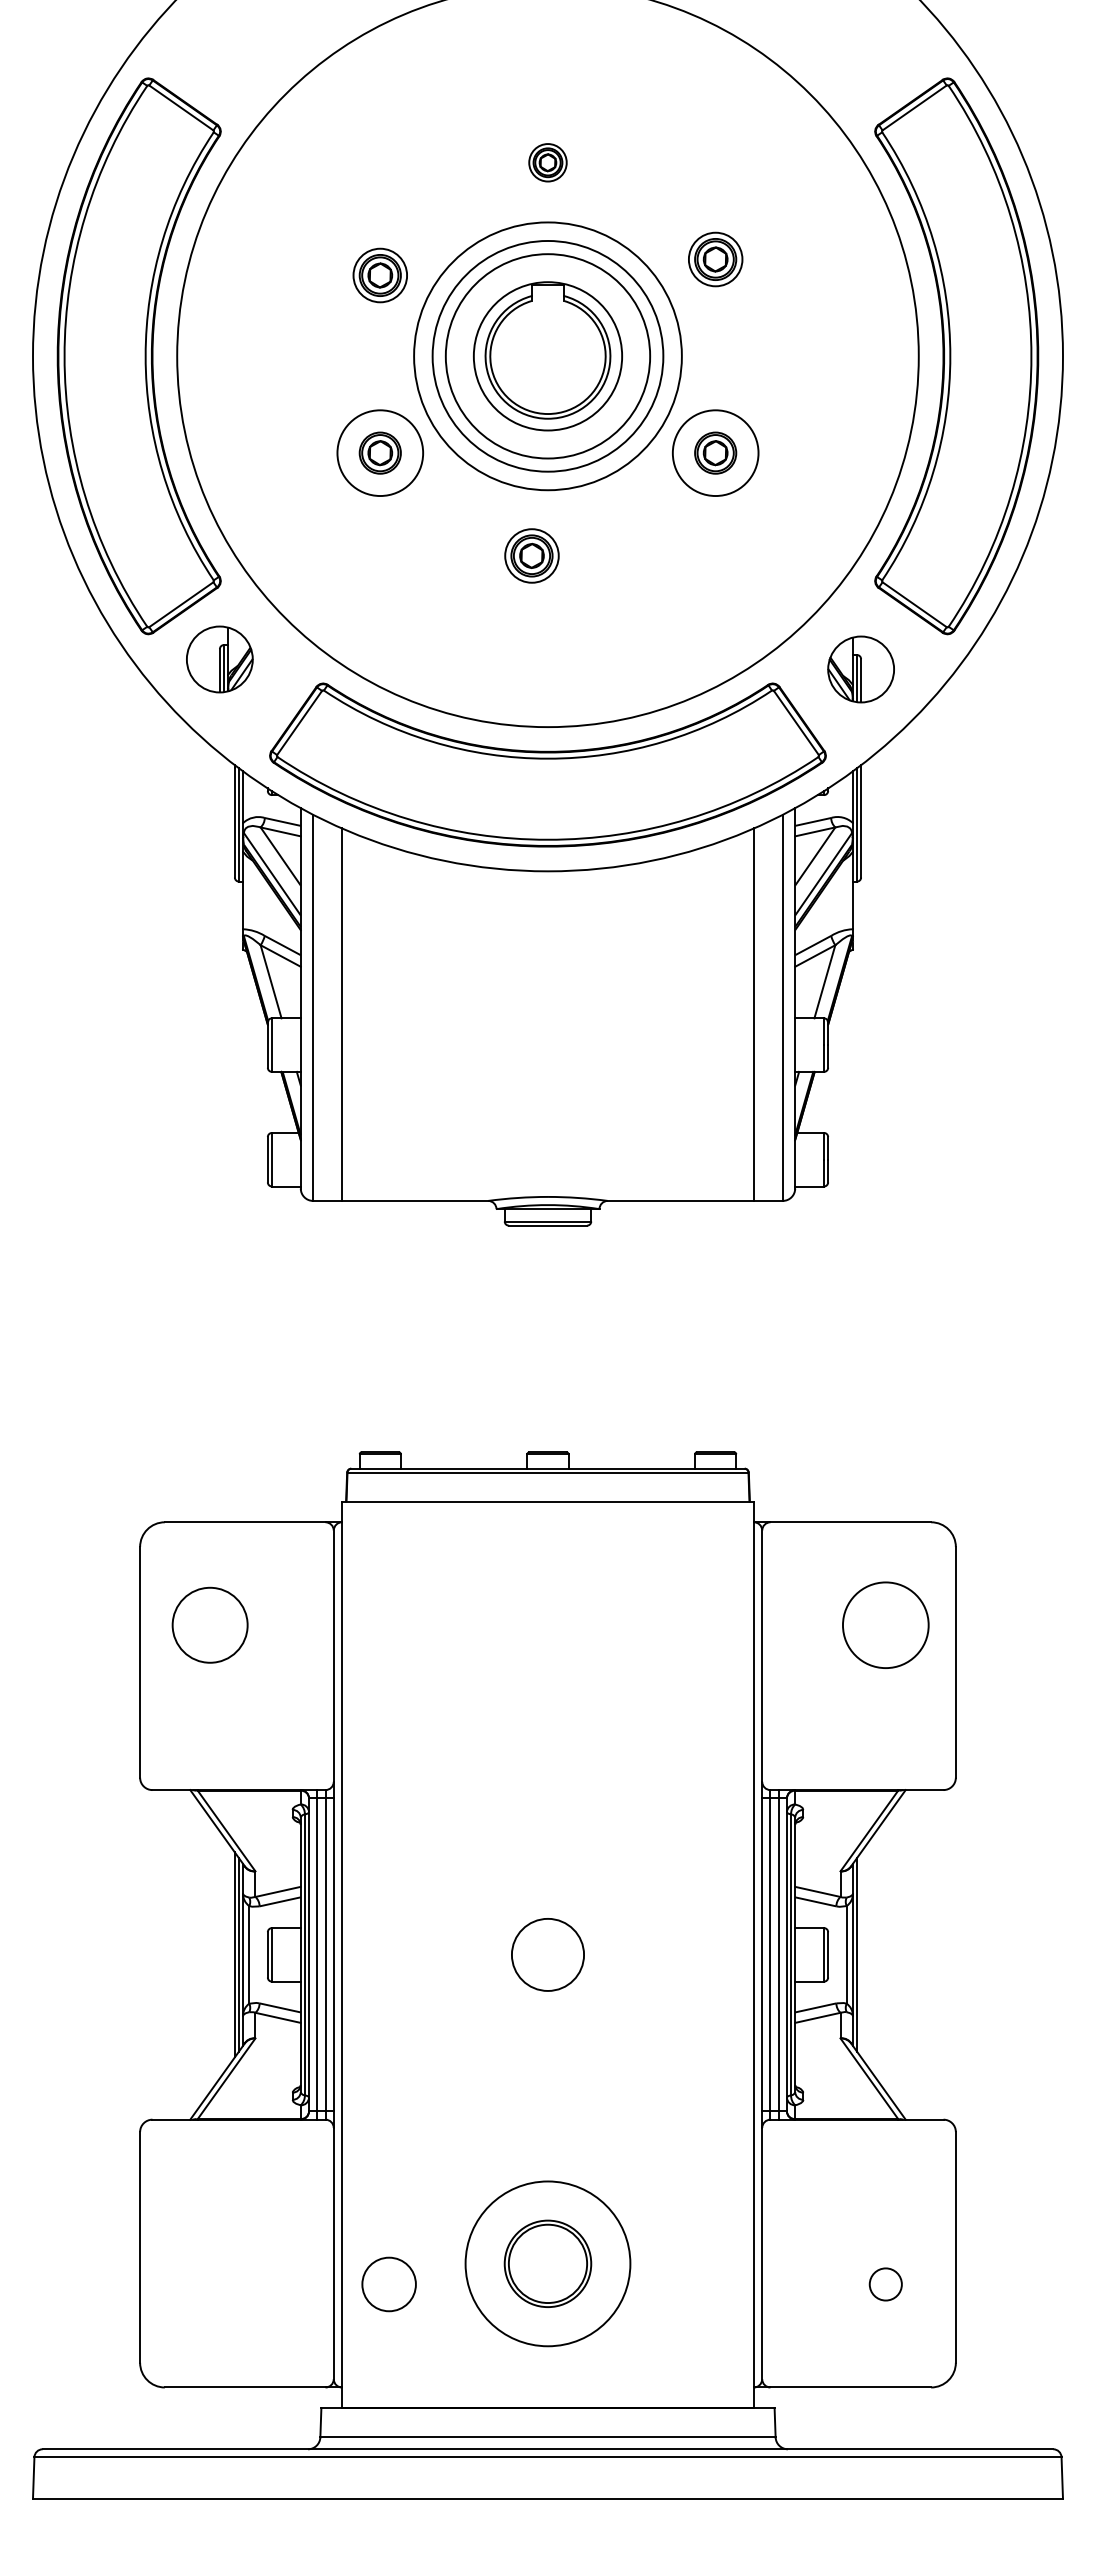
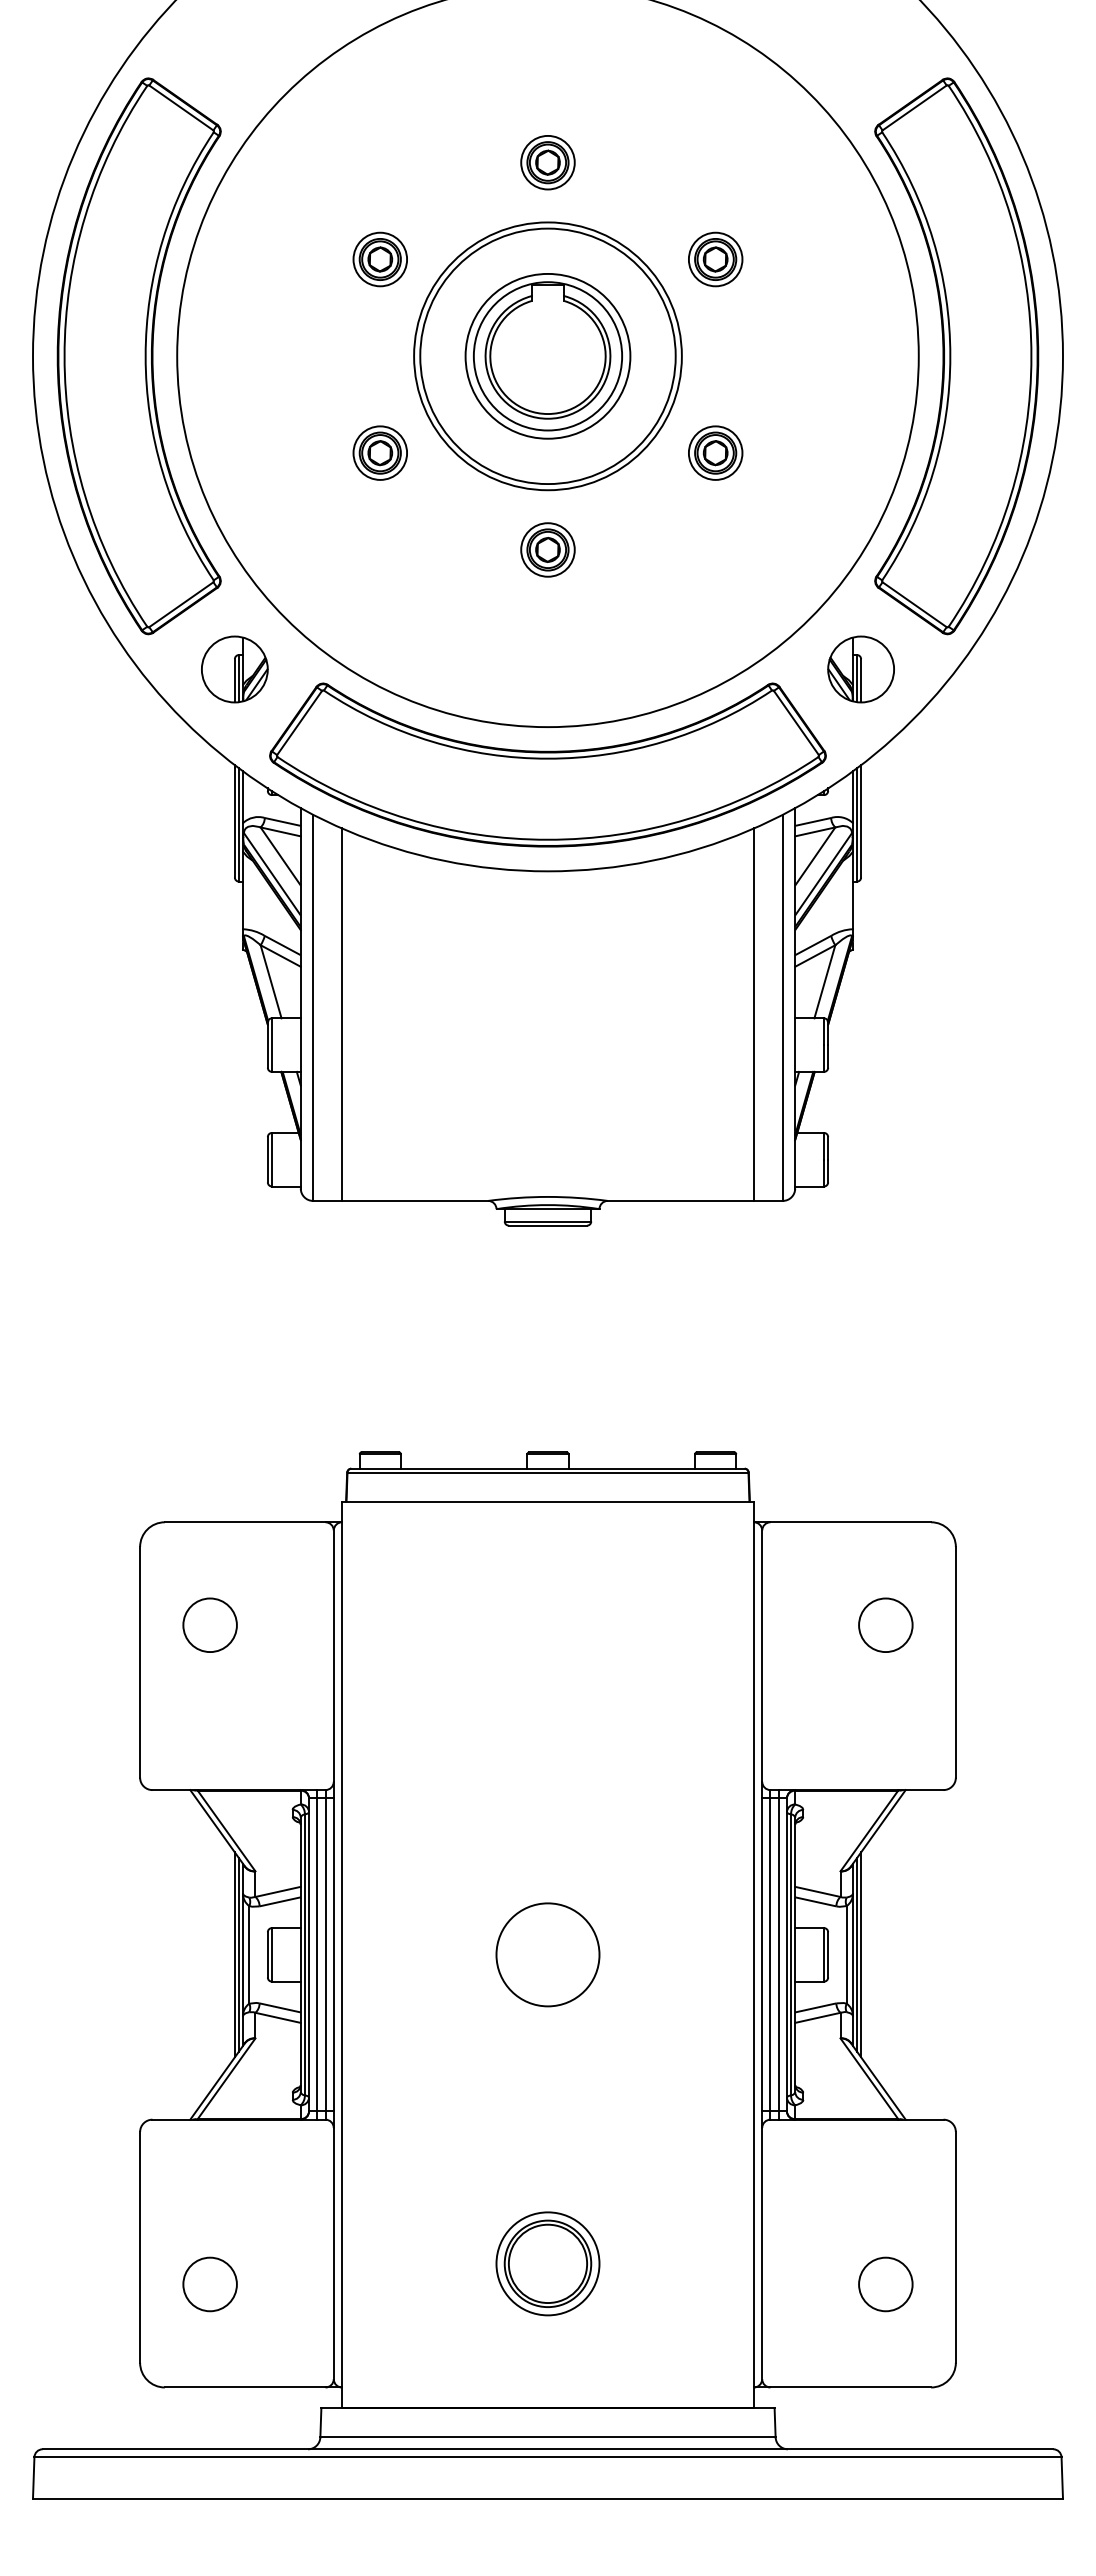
part at (547, 162) size: 40x40 px -> 56x56 px
part at (379, 275) position: (379, 275) -> (379, 259)
circle at (547, 355) diameter: 231 px -> 165 px
circle at (547, 356) diameter: 204 px -> 255 px
circle at (380, 453) diameter: 86 px -> 54 px
circle at (715, 453) diameter: 86 px -> 54 px
part at (531, 555) position: (531, 555) -> (547, 549)
part at (219, 659) position: (219, 659) -> (234, 669)
circle at (209, 1624) diameter: 75 px -> 54 px
circle at (885, 1625) diameter: 86 px -> 54 px
circle at (547, 1954) size: 74x74 px -> 106x106 px
line at (861, 1954): none -> present
circle at (547, 2263) diameter: 165 px -> 103 px
circle at (388, 2284) position: (388, 2284) -> (209, 2284)
circle at (885, 2284) diameter: 32 px -> 54 px
